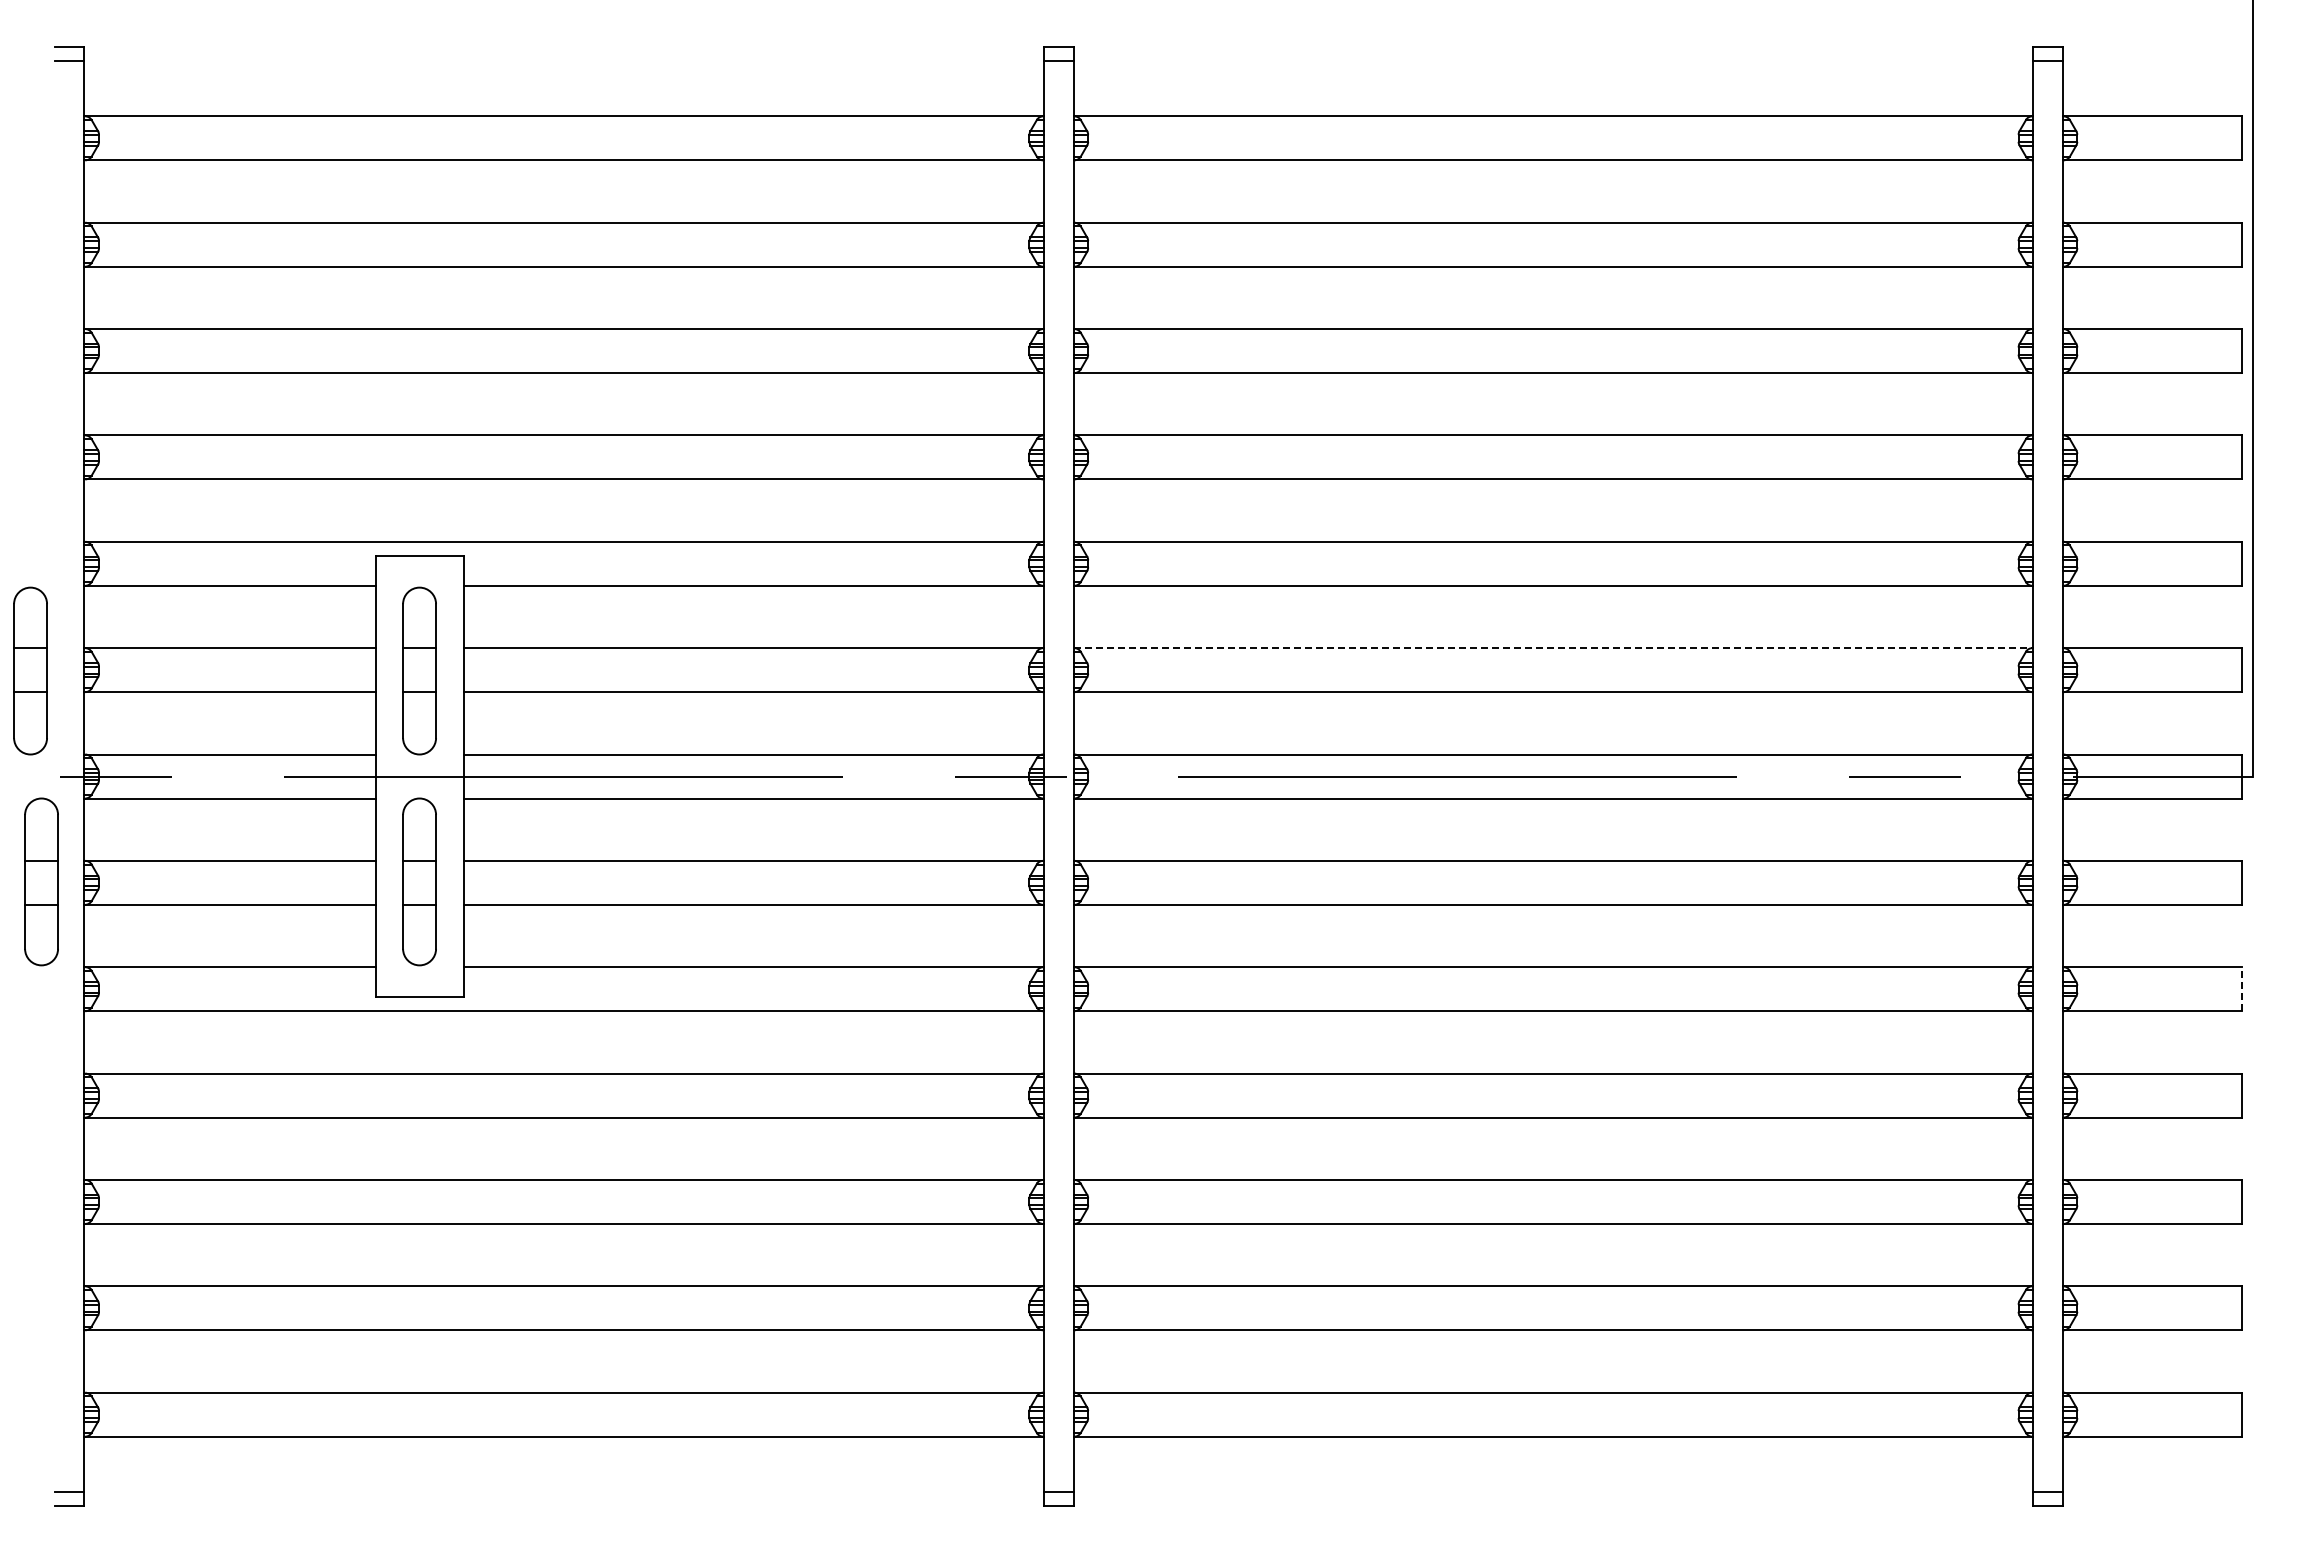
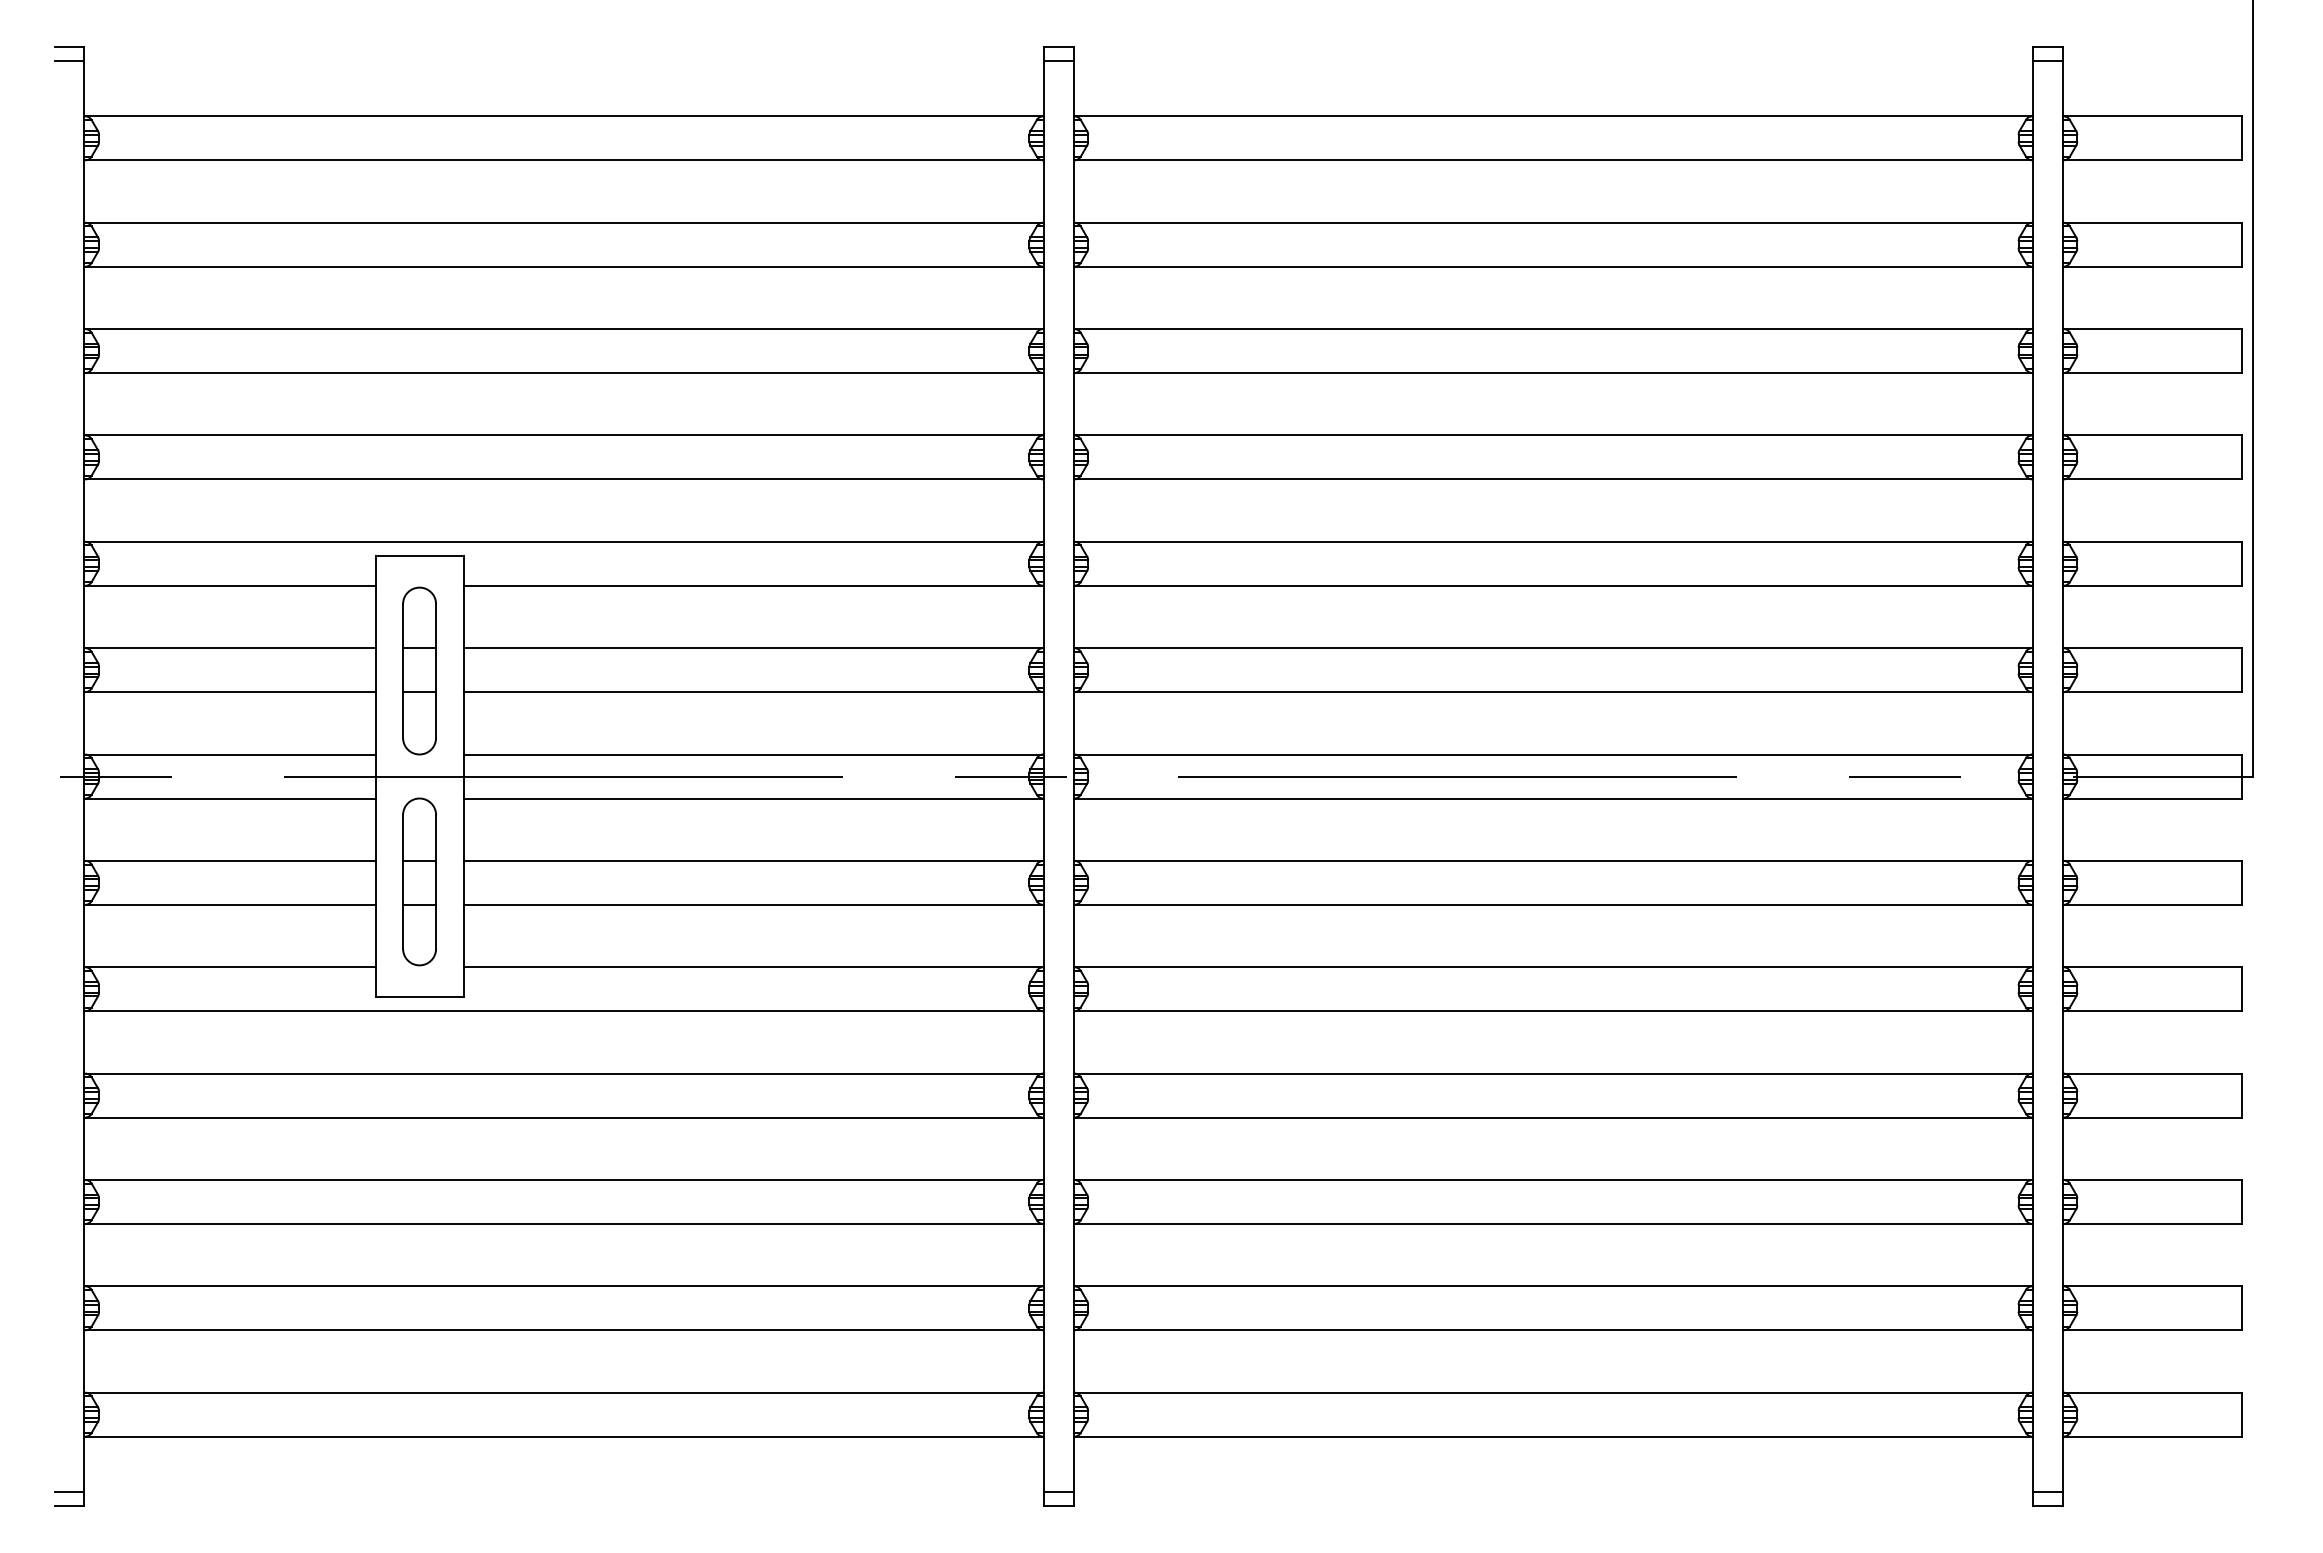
line at (1553, 648): dashed -> solid
part at (30, 670): present -> none
part at (41, 881): present -> none
line at (2242, 988): dashed -> solid
